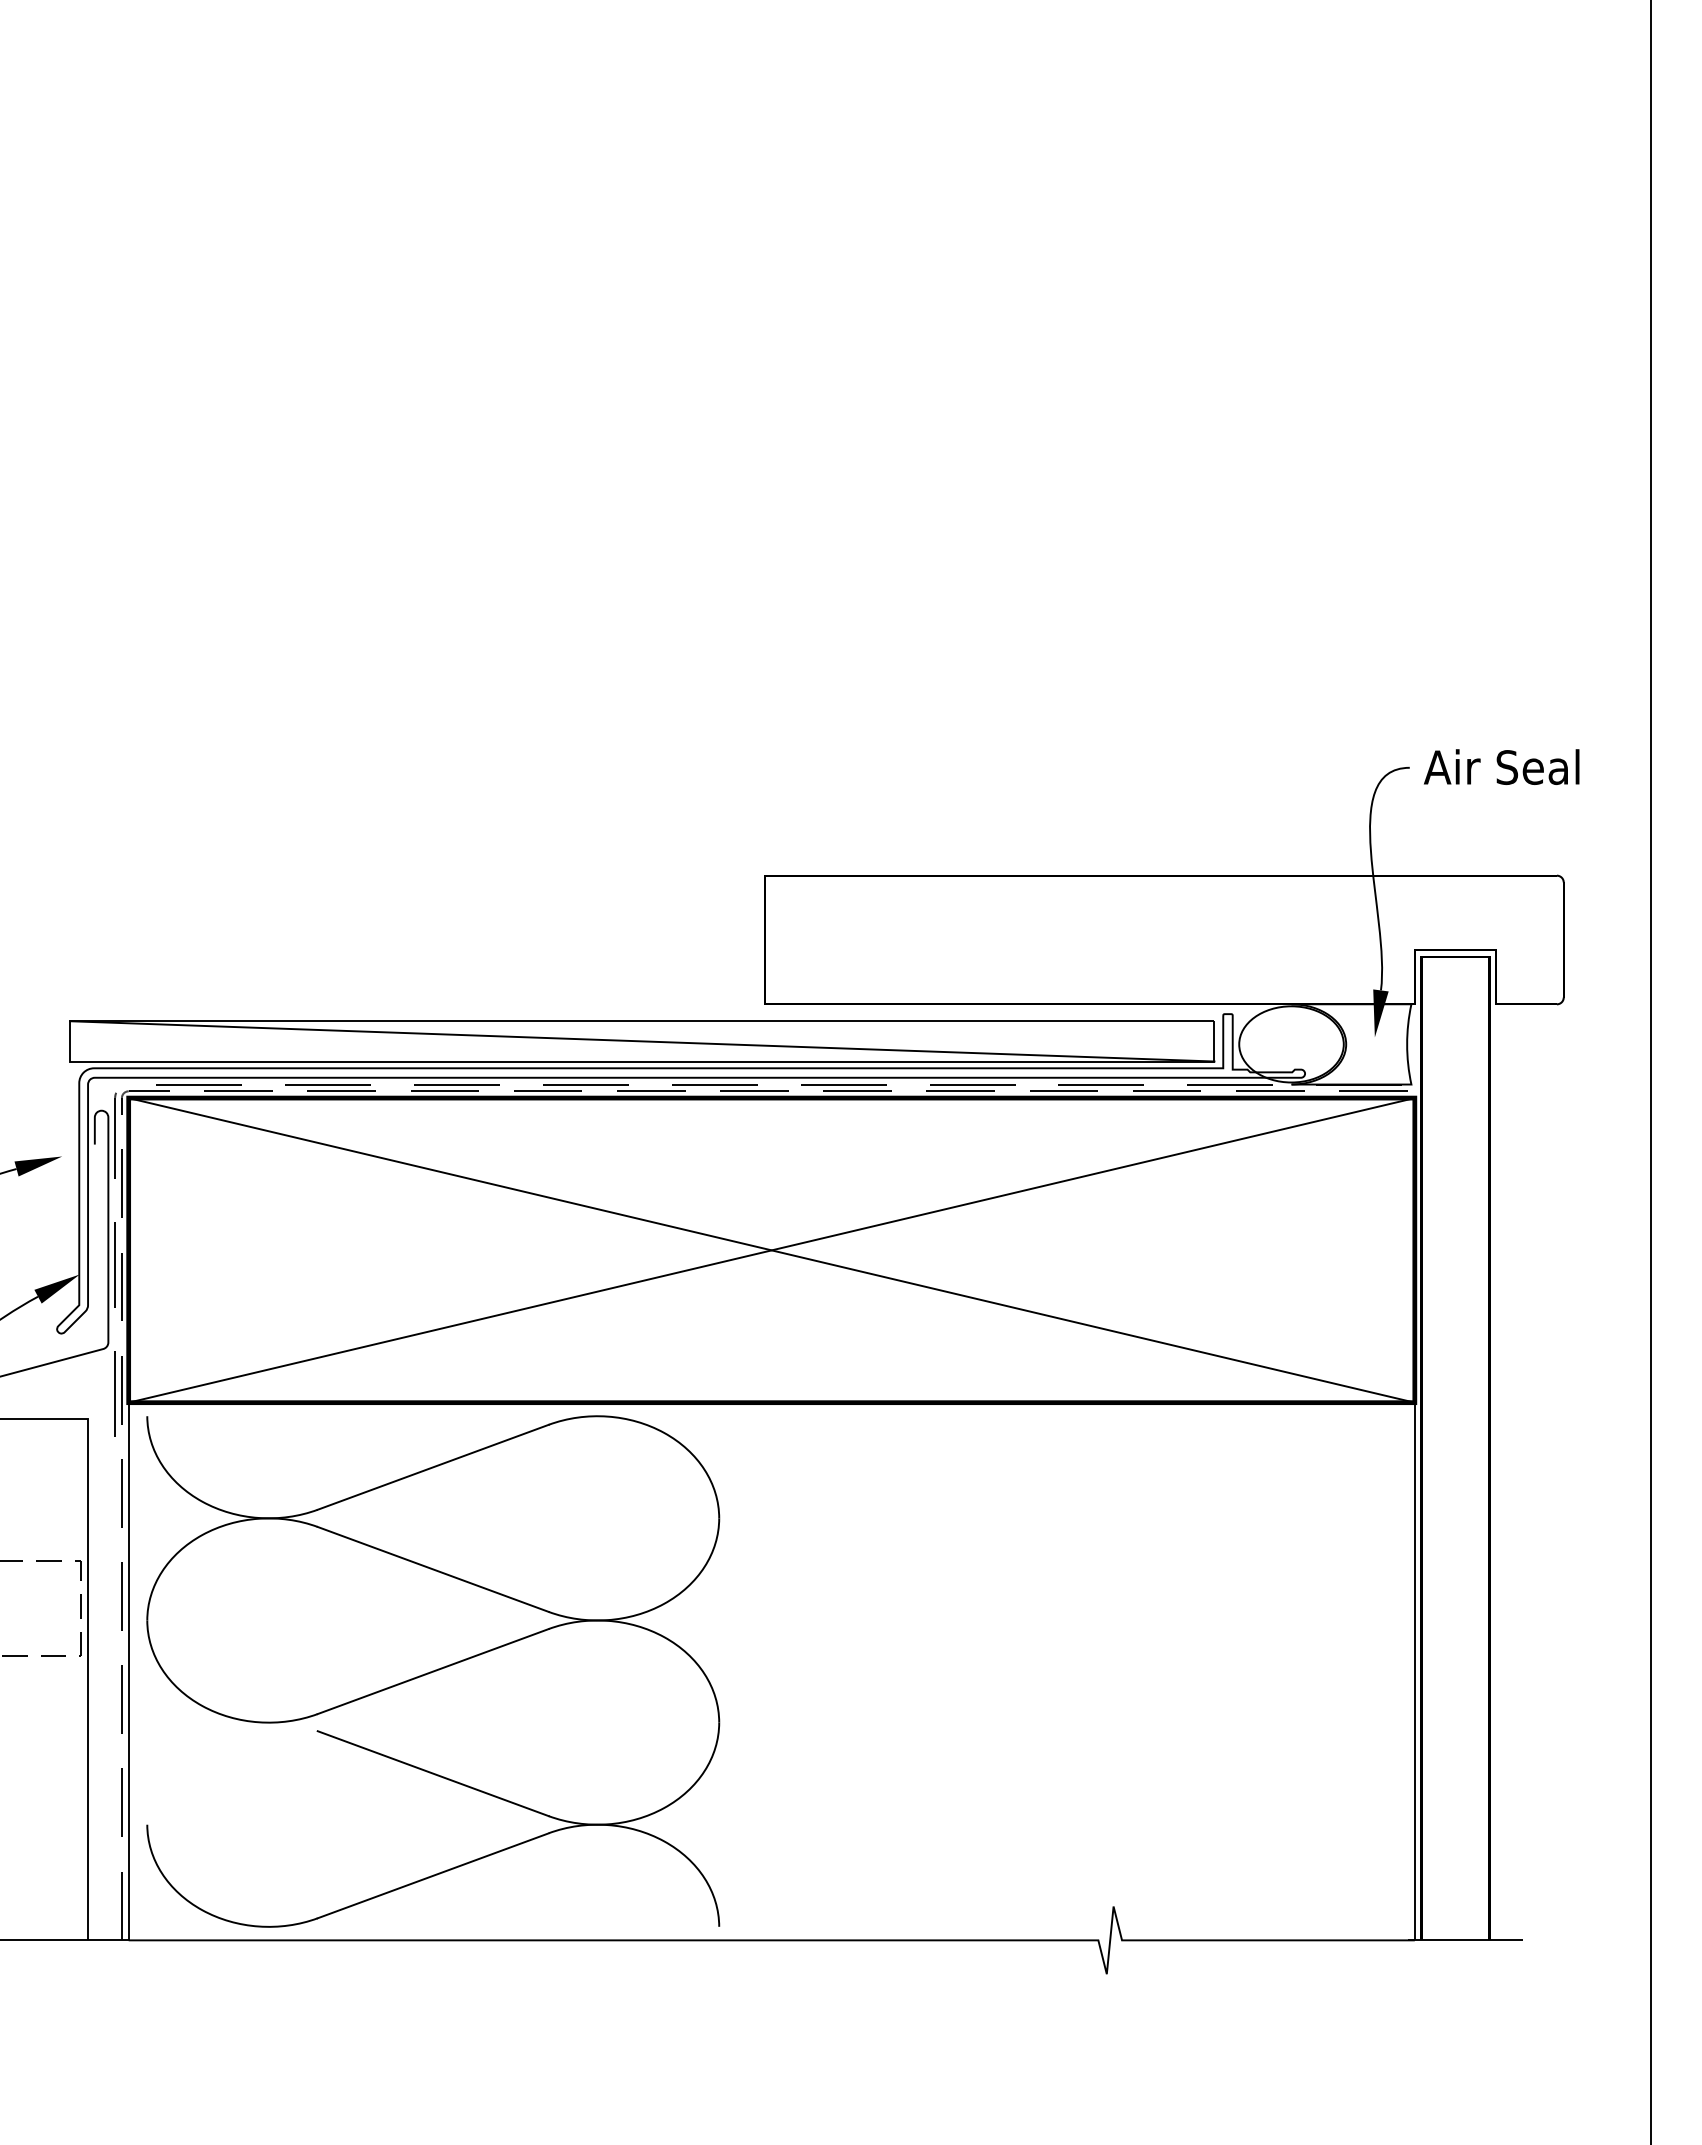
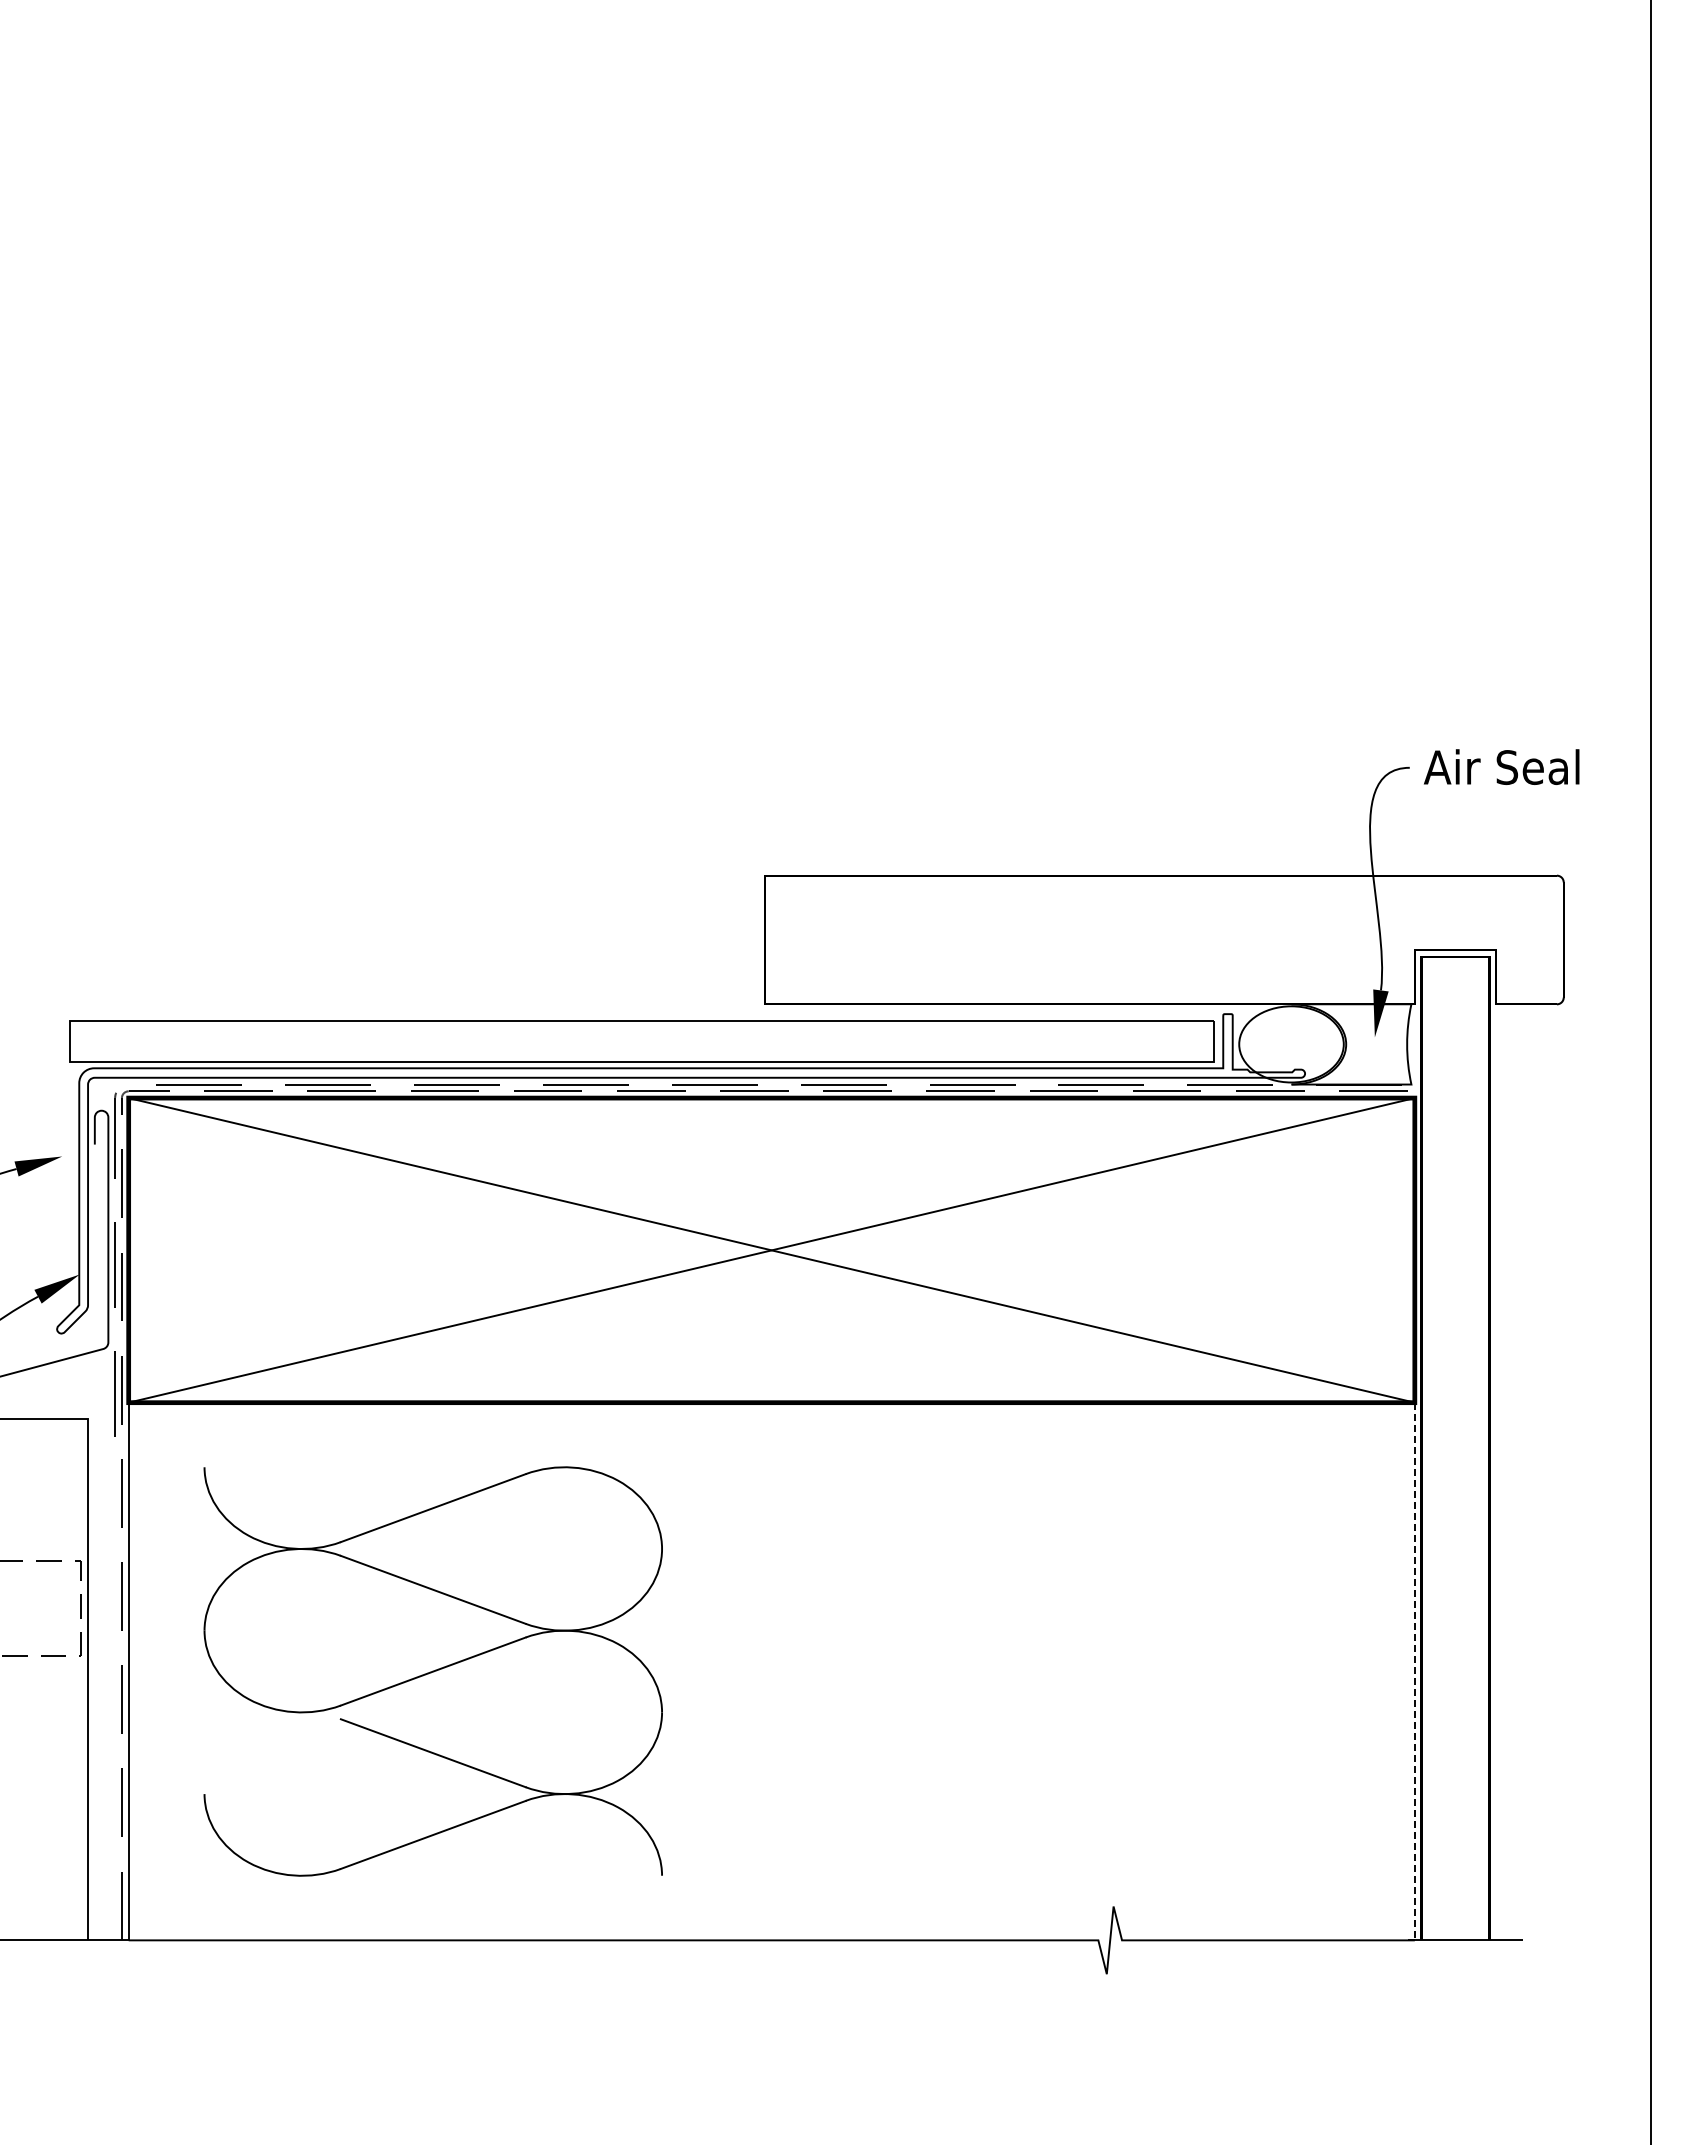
line at (642, 1041): present -> none
part at (433, 1671) size: 575x513 px -> 460x411 px
line at (1414, 1671): solid -> dashed
